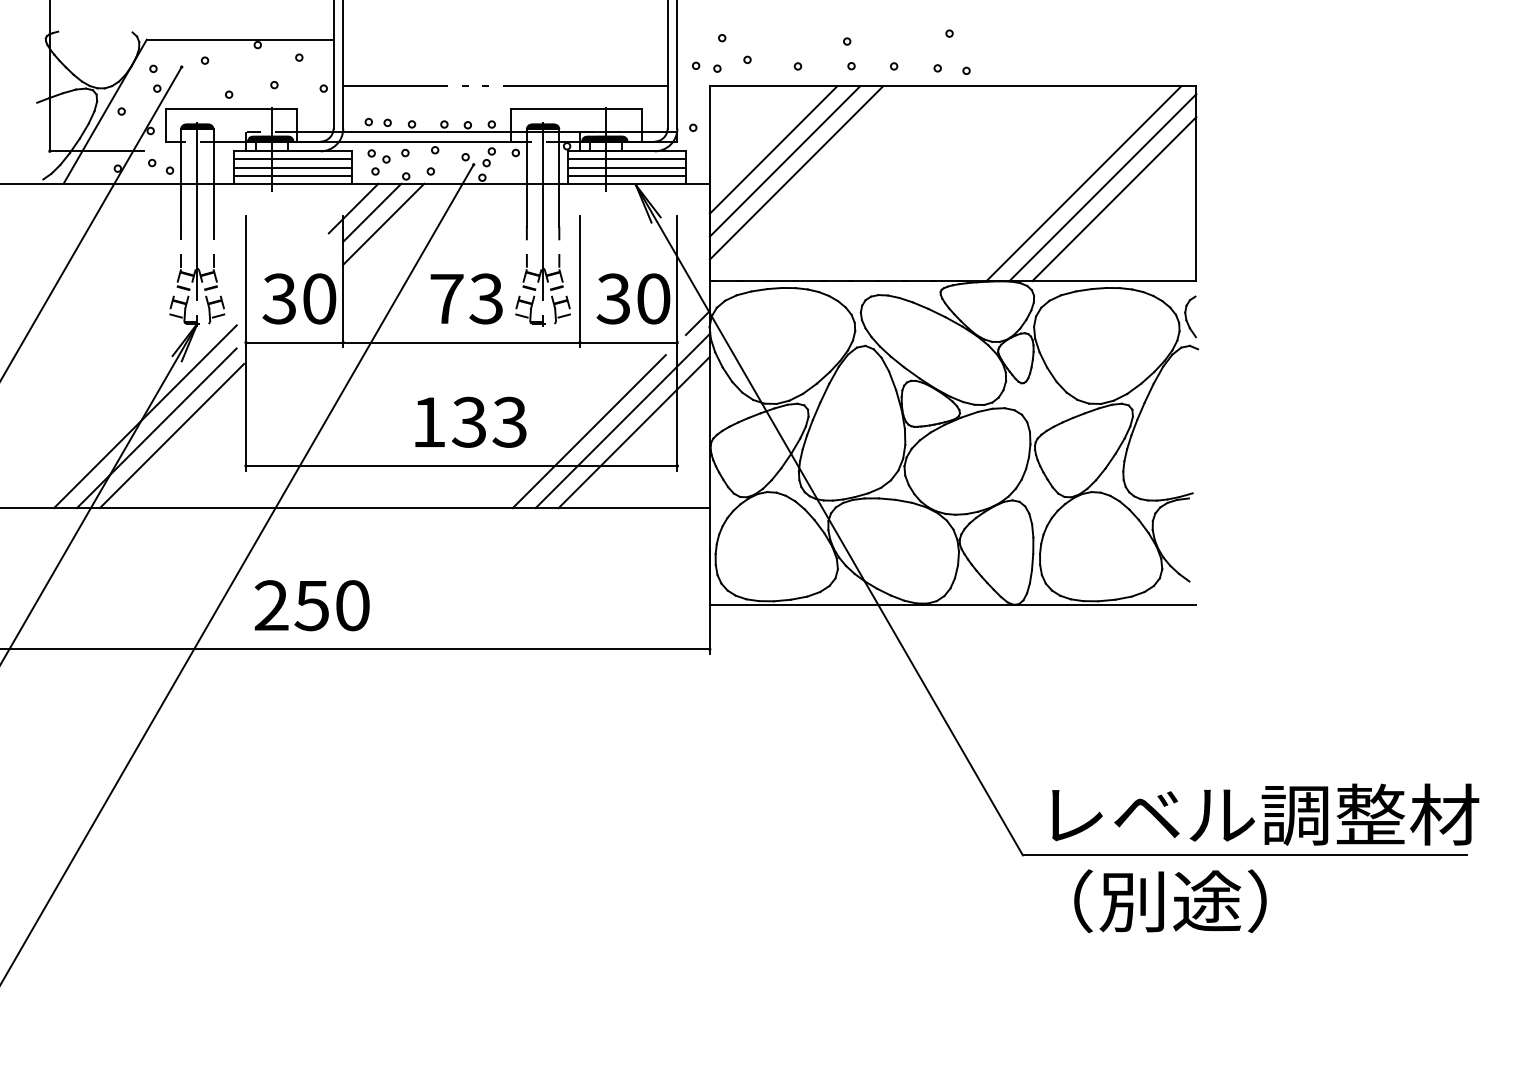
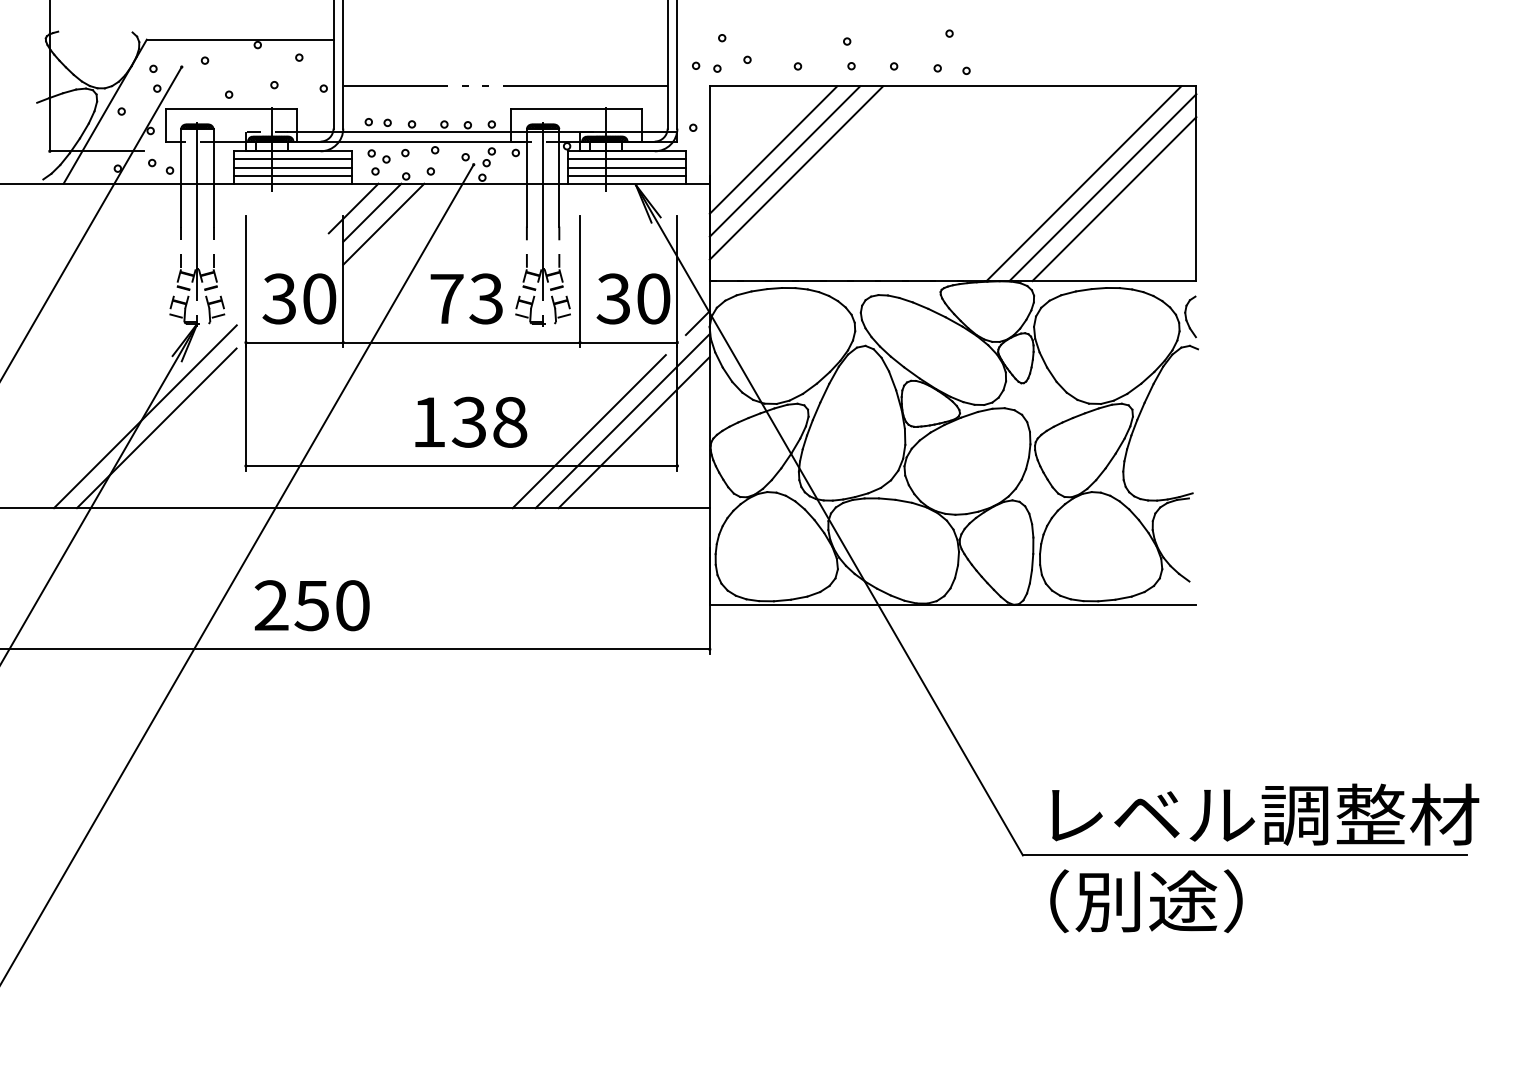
text at (509, 421): 133 -> 138
line at (171, 435): present -> none
text at (1170, 900) position: (1170, 900) -> (1146, 900)
